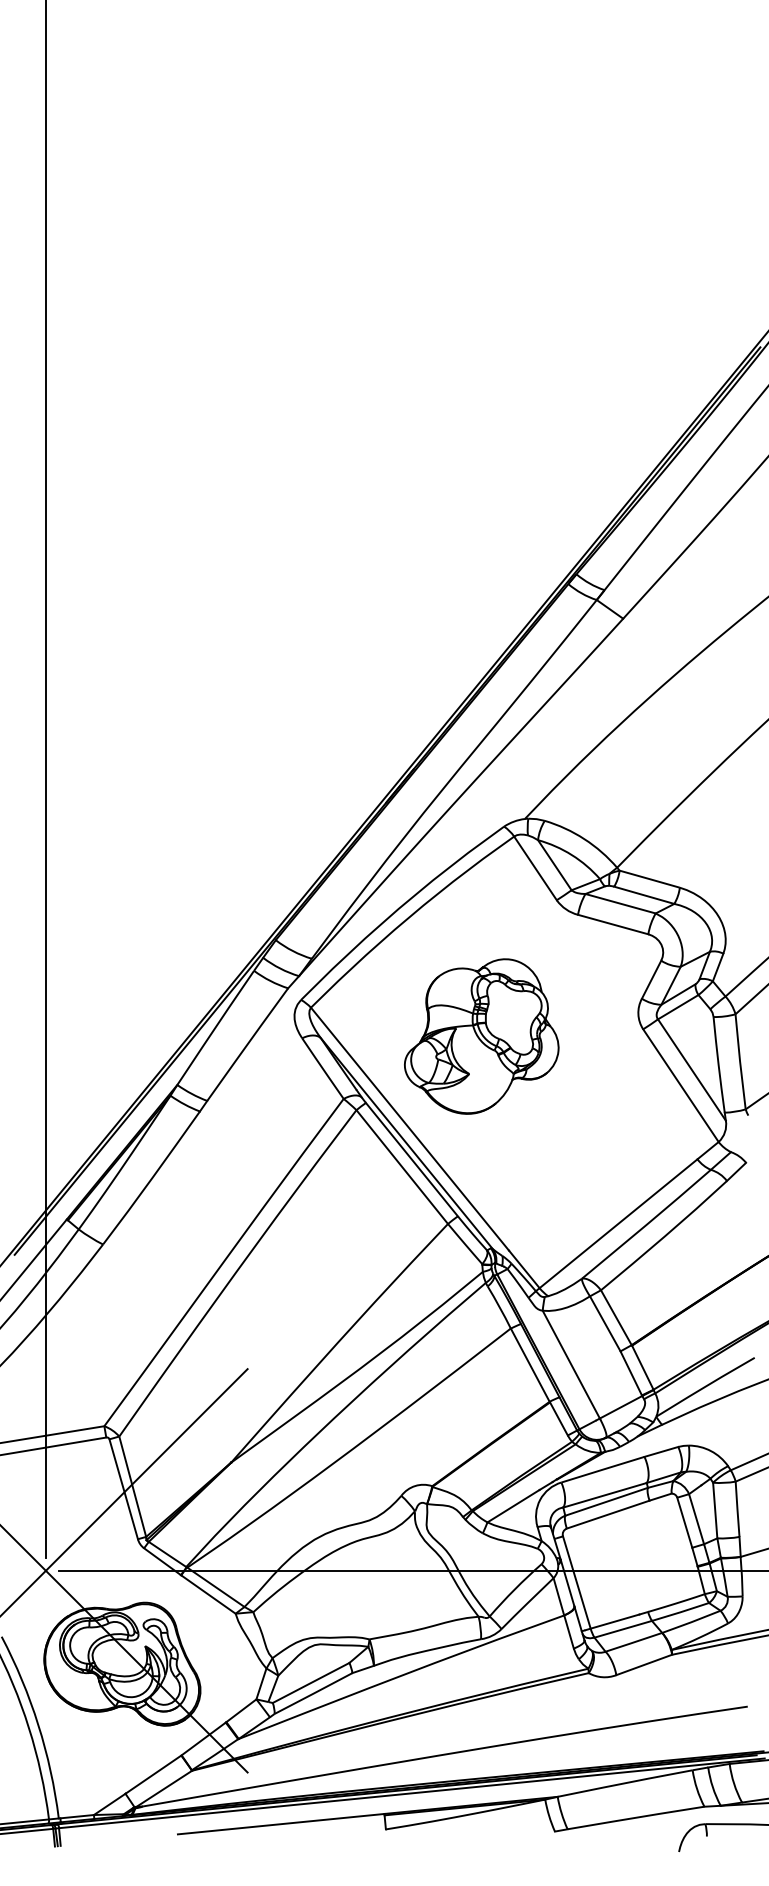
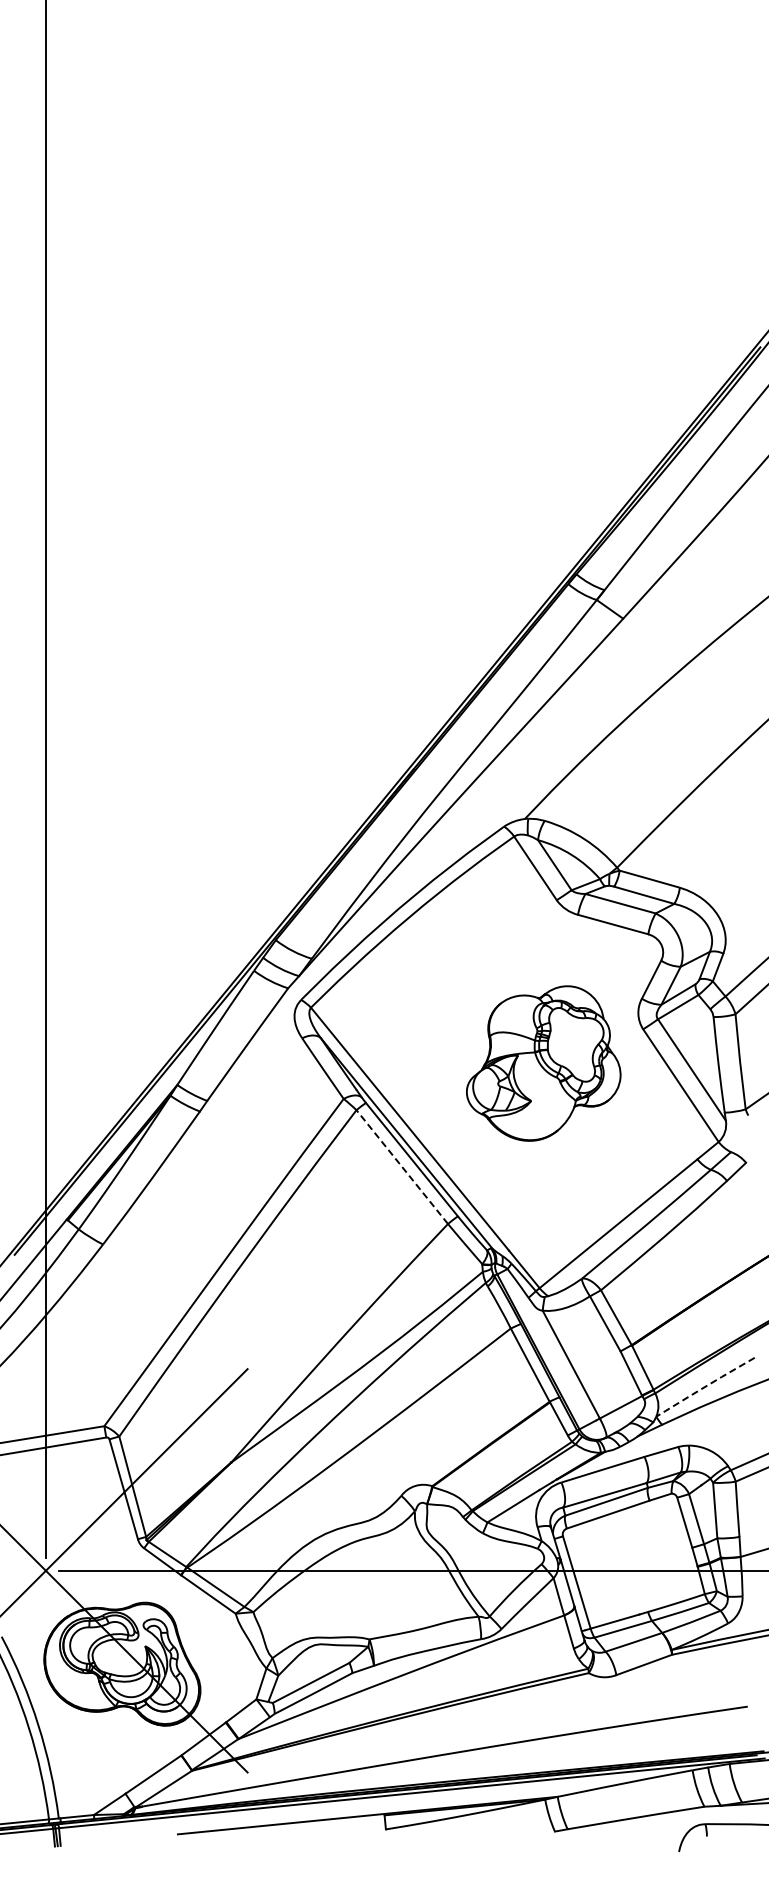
part at (481, 1036) position: (481, 1036) -> (543, 1063)
line at (402, 1167): solid -> dashed
line at (705, 1387): solid -> dashed
